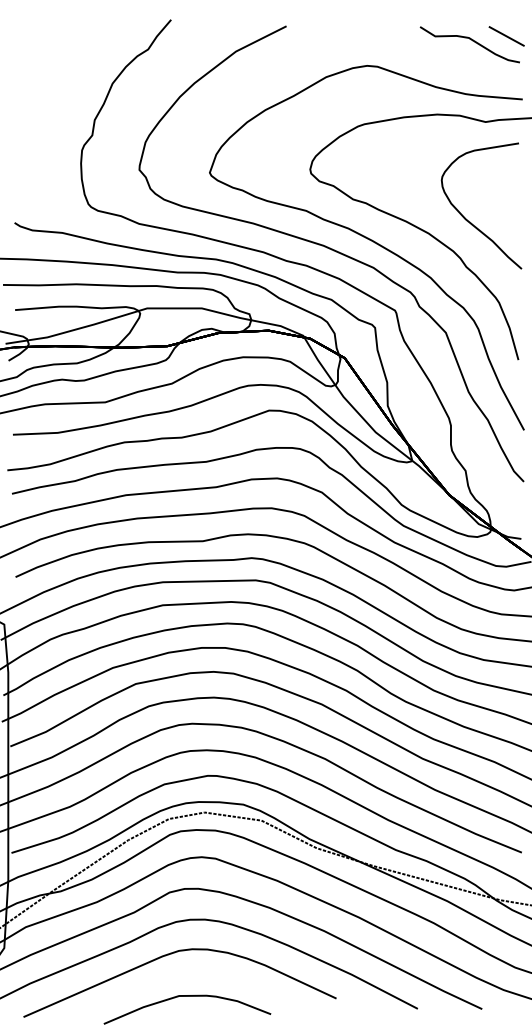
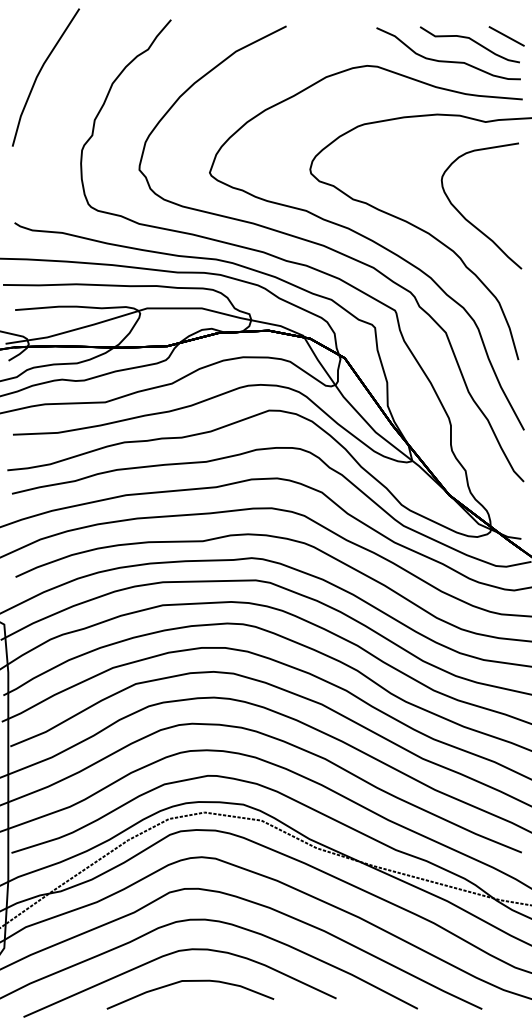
curve at (448, 60): none -> present
line at (39, 74): none -> present
curve at (187, 996) position: (187, 996) -> (190, 981)
